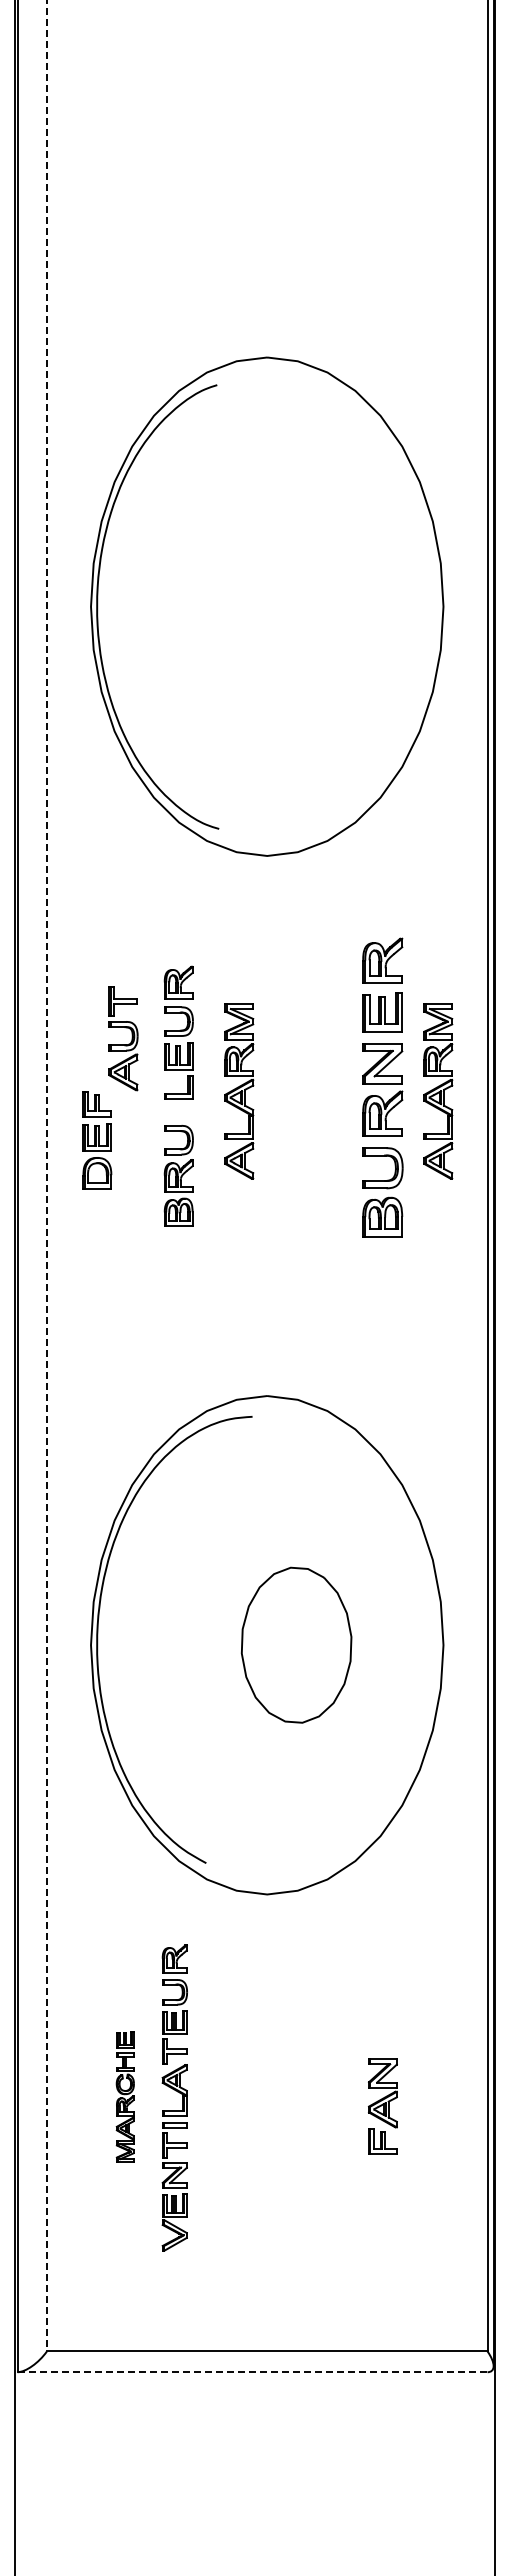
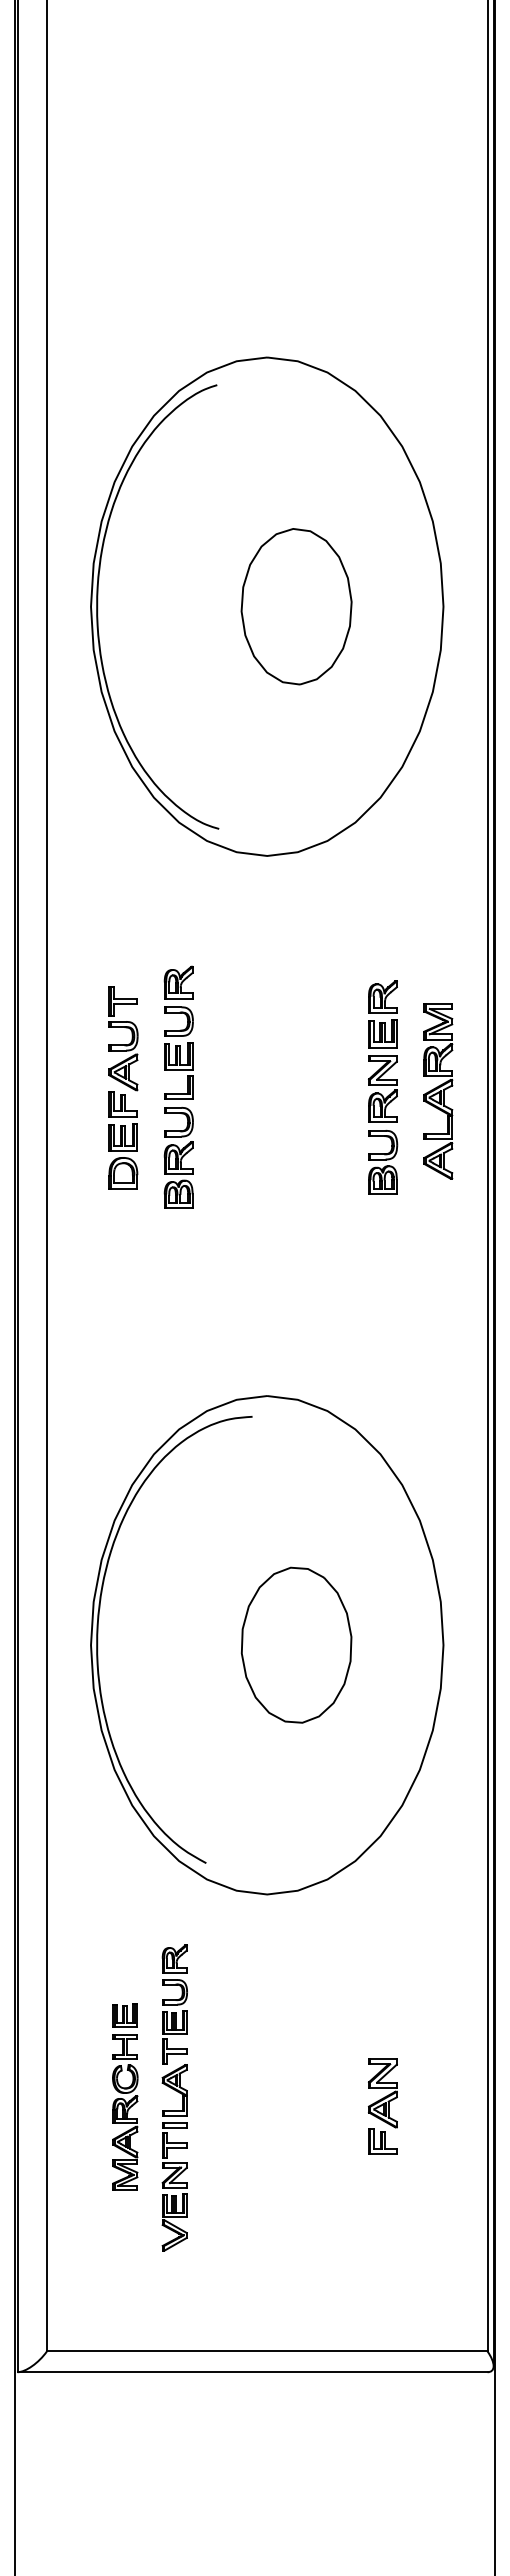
part at (296, 606): none -> present
part at (382, 1087) size: 42x301 px -> 31x215 px
part at (239, 1091): present -> none
part at (97, 1140) position: (97, 1140) -> (123, 1140)
part at (178, 1175) position: (178, 1175) -> (178, 1157)
line at (46, 1176): dashed -> solid
part at (124, 2096) size: 20x132 px -> 27x188 px
line at (252, 2372): dashed -> solid
